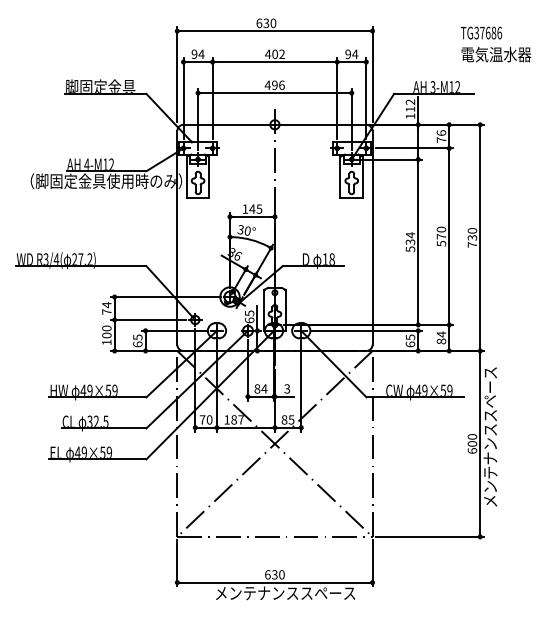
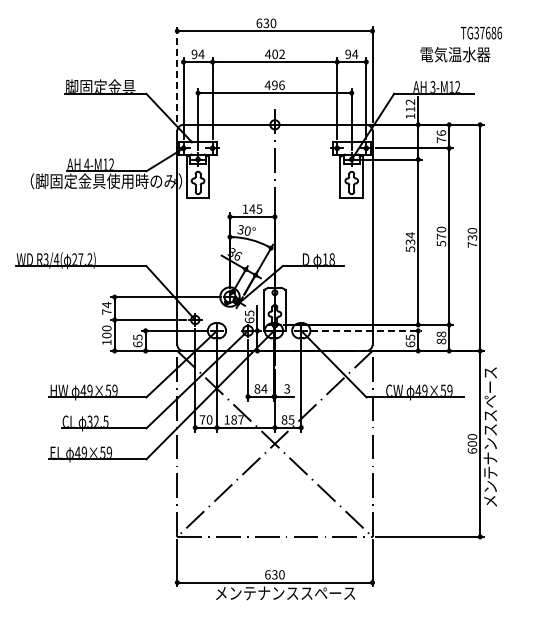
text at (496, 54) position: (496, 54) -> (455, 54)
line at (177, 73): solid -> dashed
line at (366, 330): solid -> dashed
text at (441, 334): 84 -> 88
